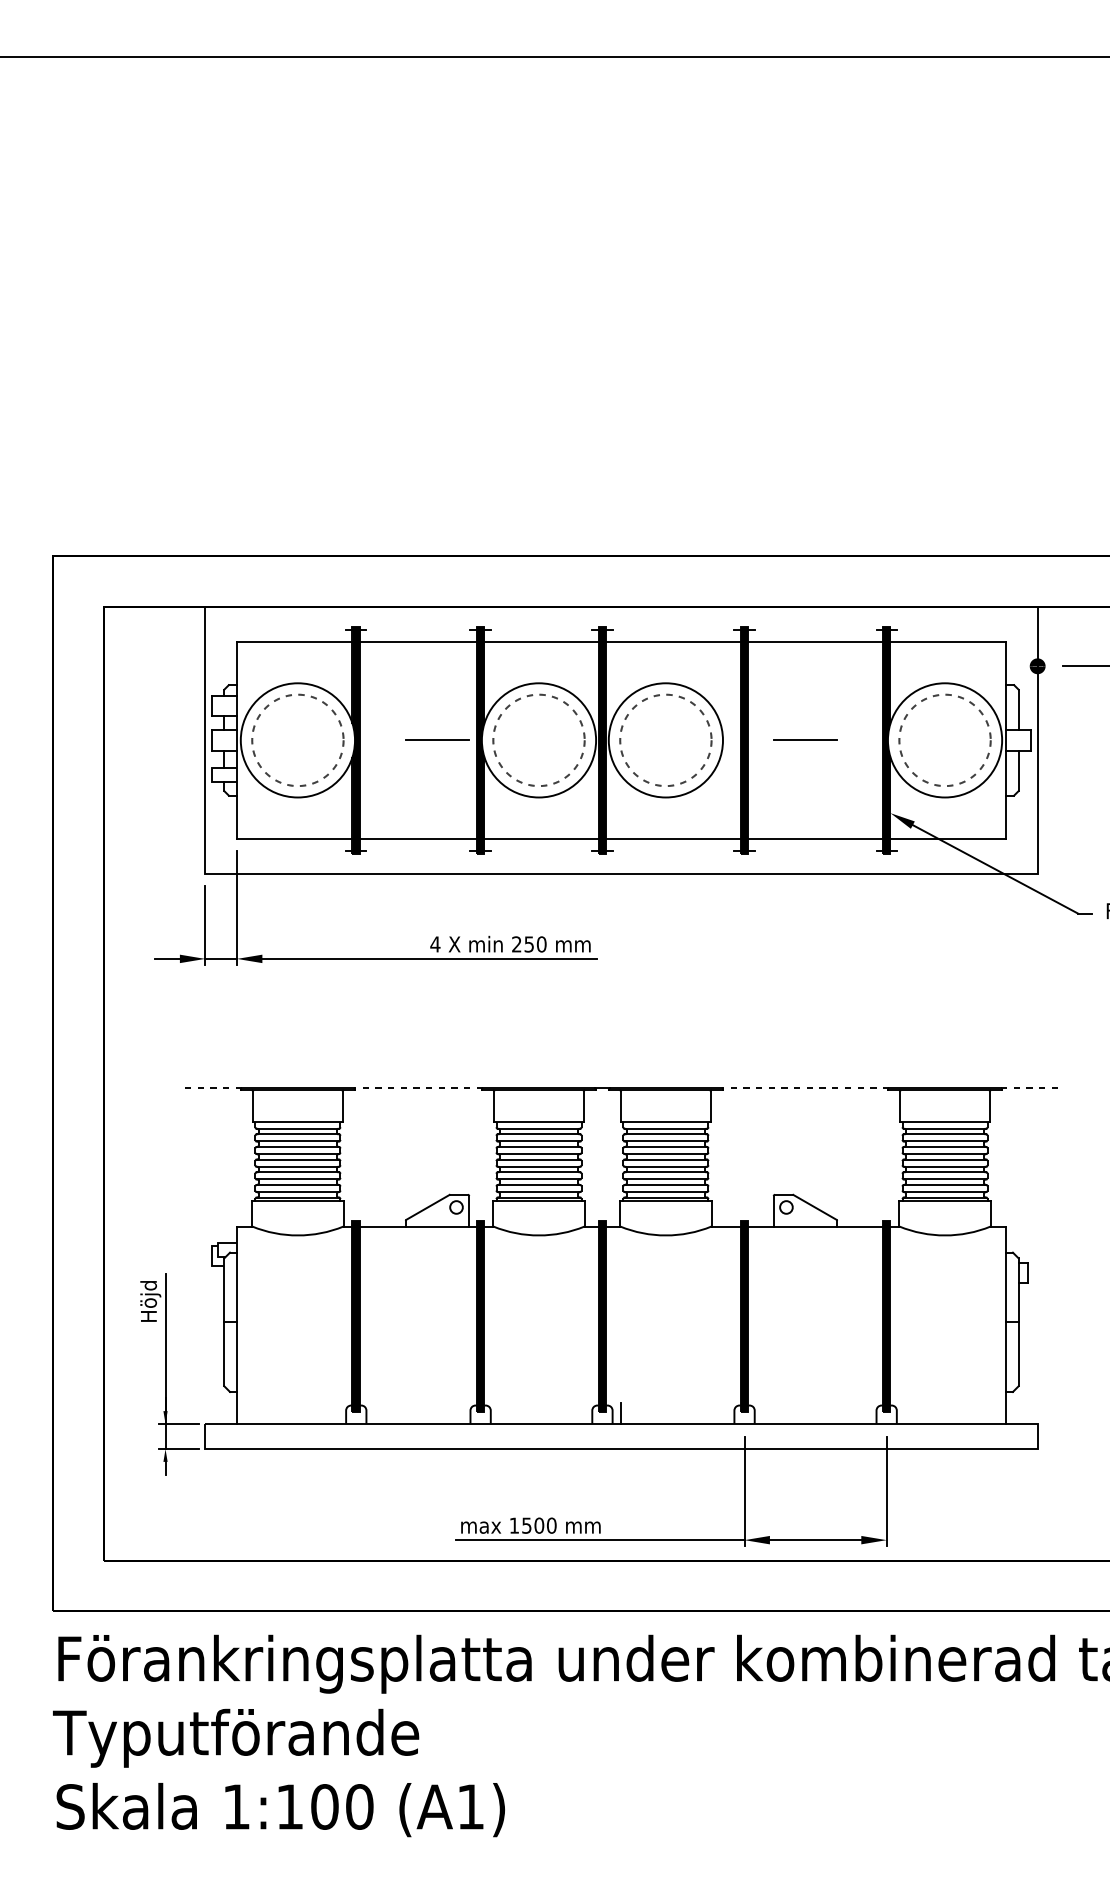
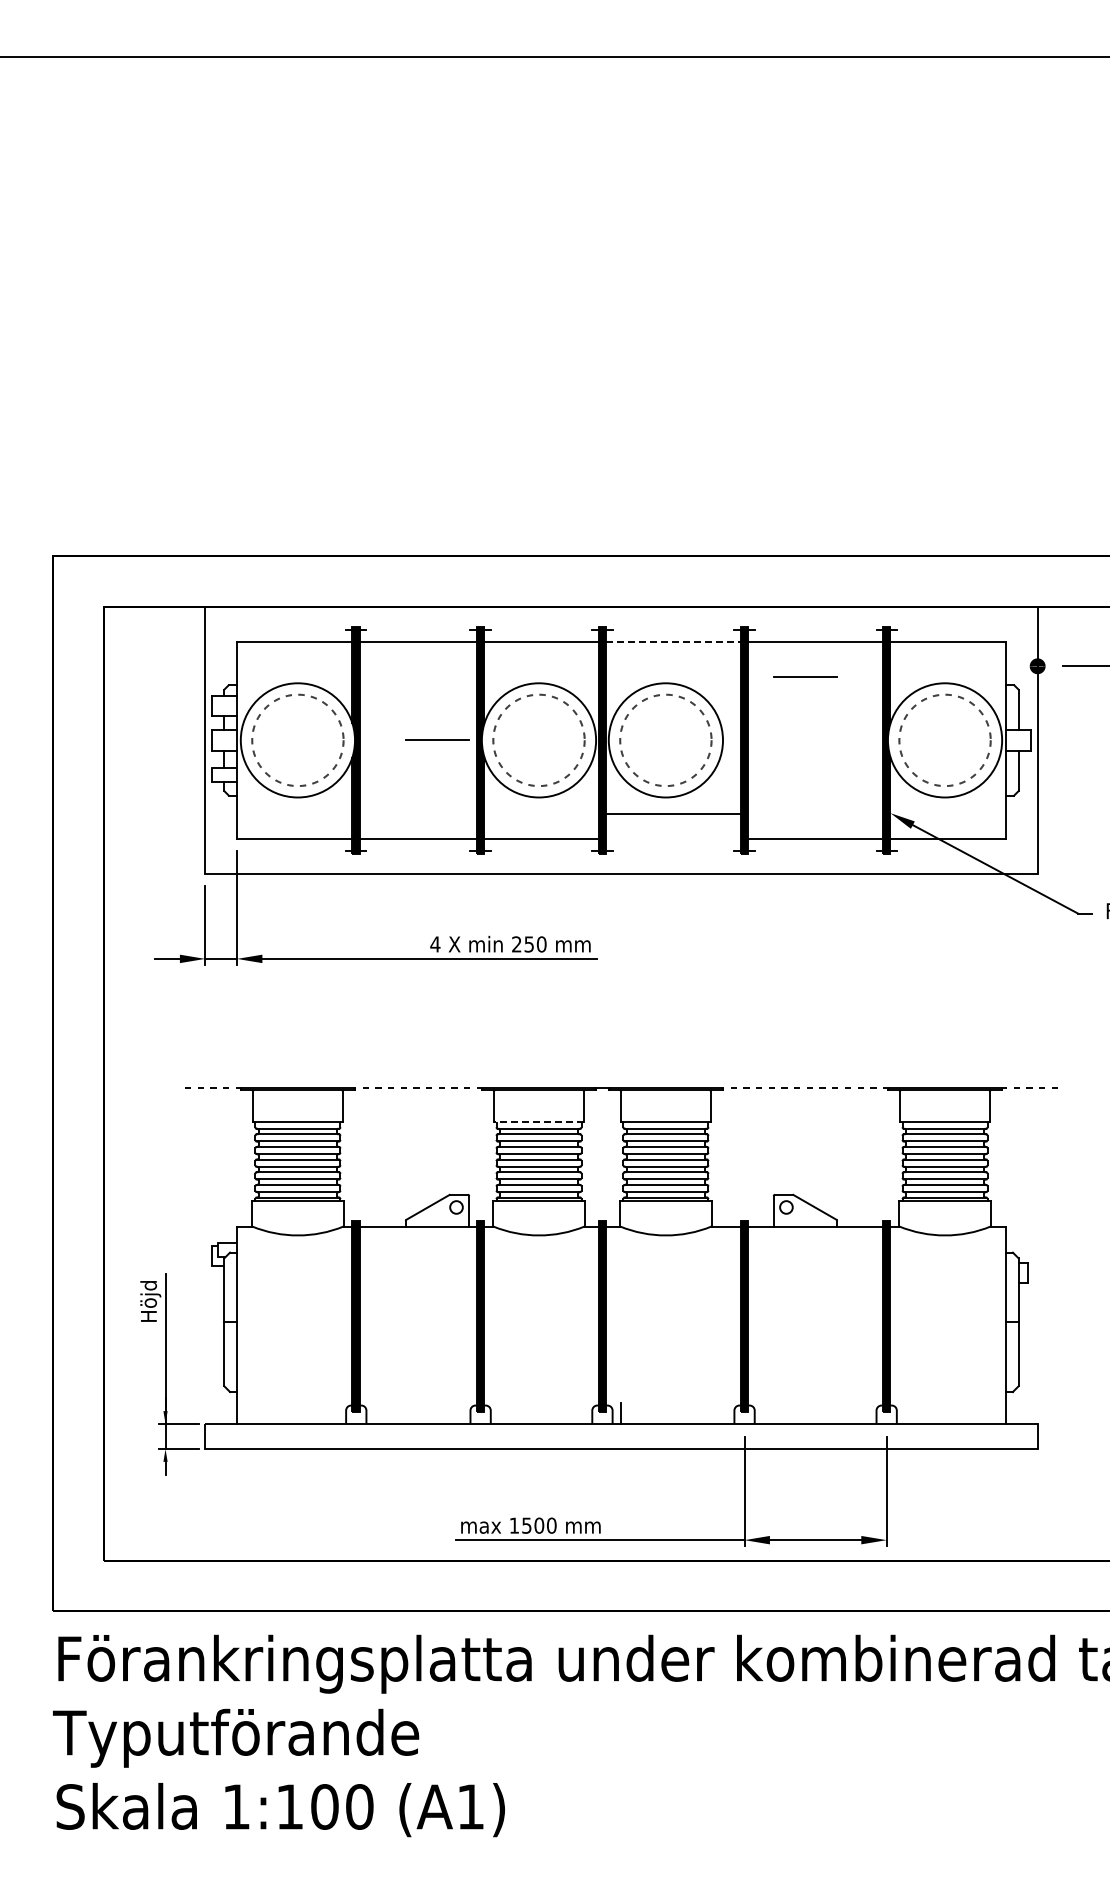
line at (674, 642): solid -> dashed
line at (805, 739) position: (805, 739) -> (805, 676)
line at (673, 838) position: (673, 838) -> (673, 813)
line at (539, 1122): solid -> dashed
